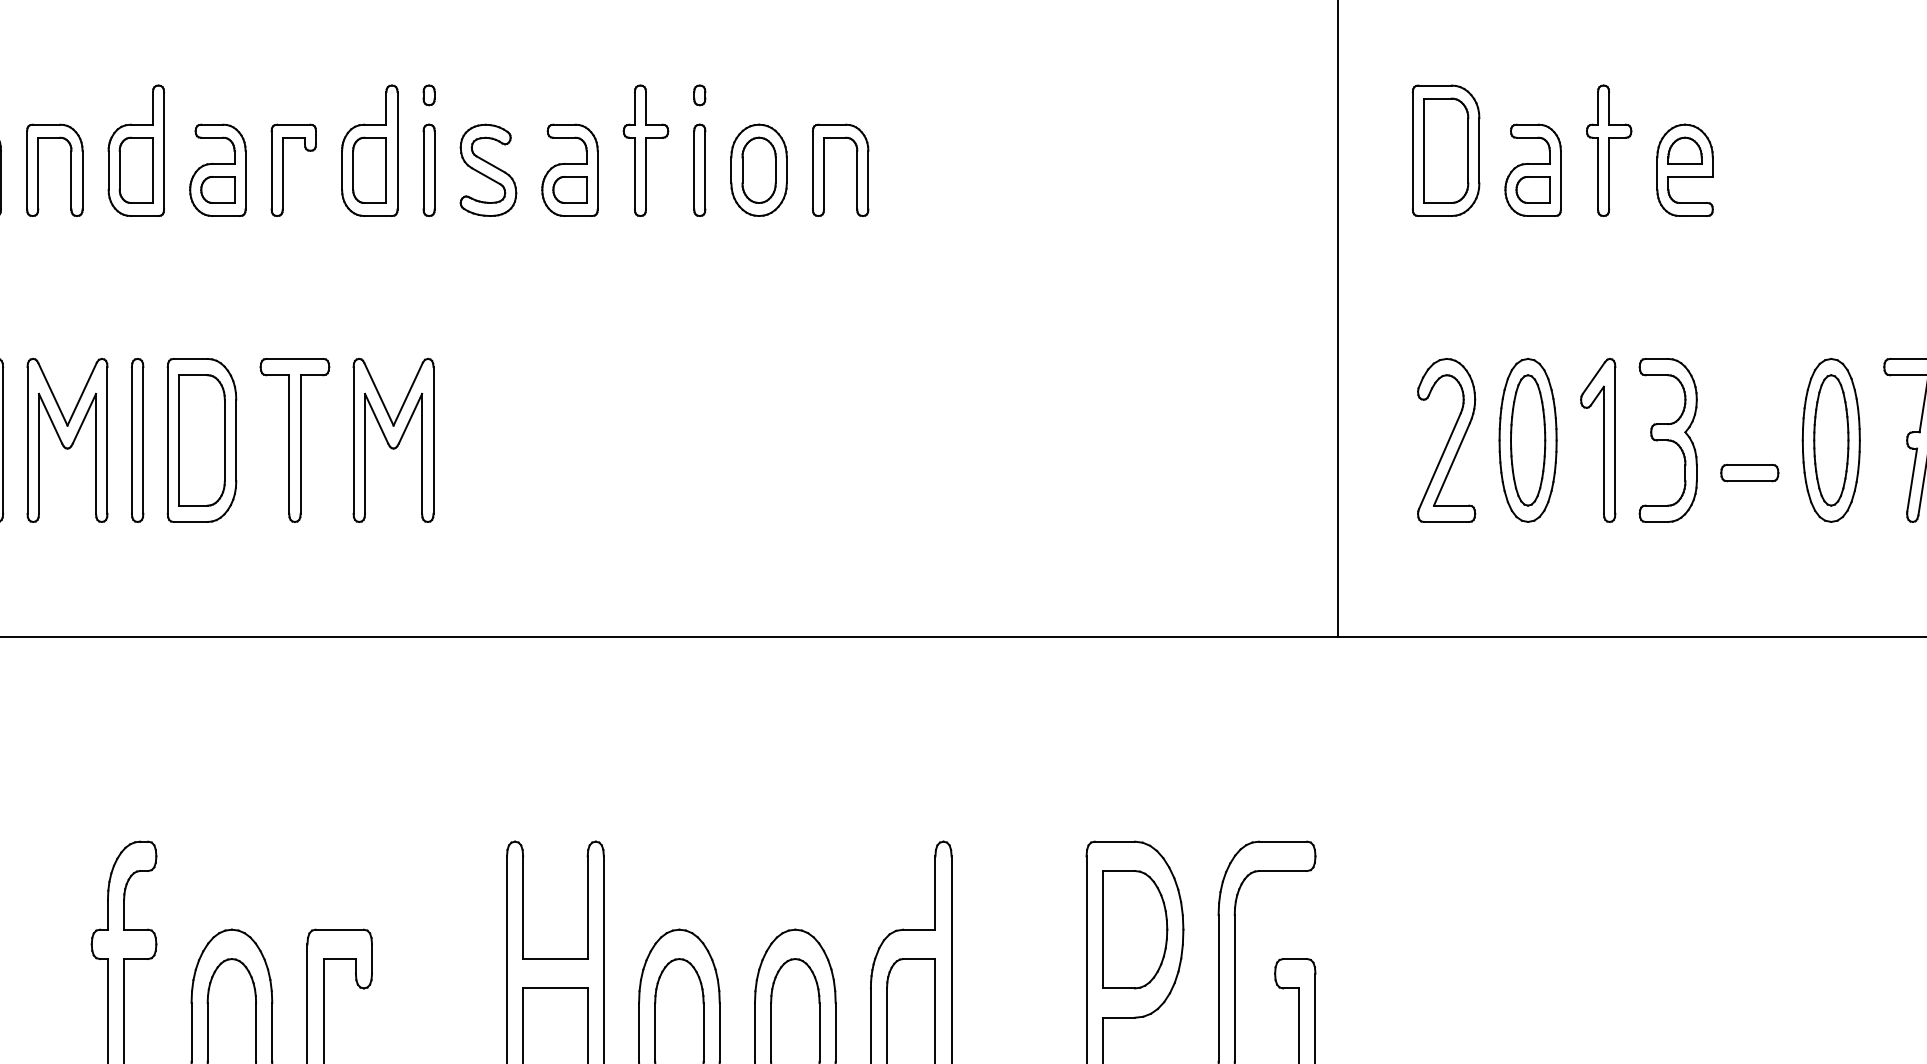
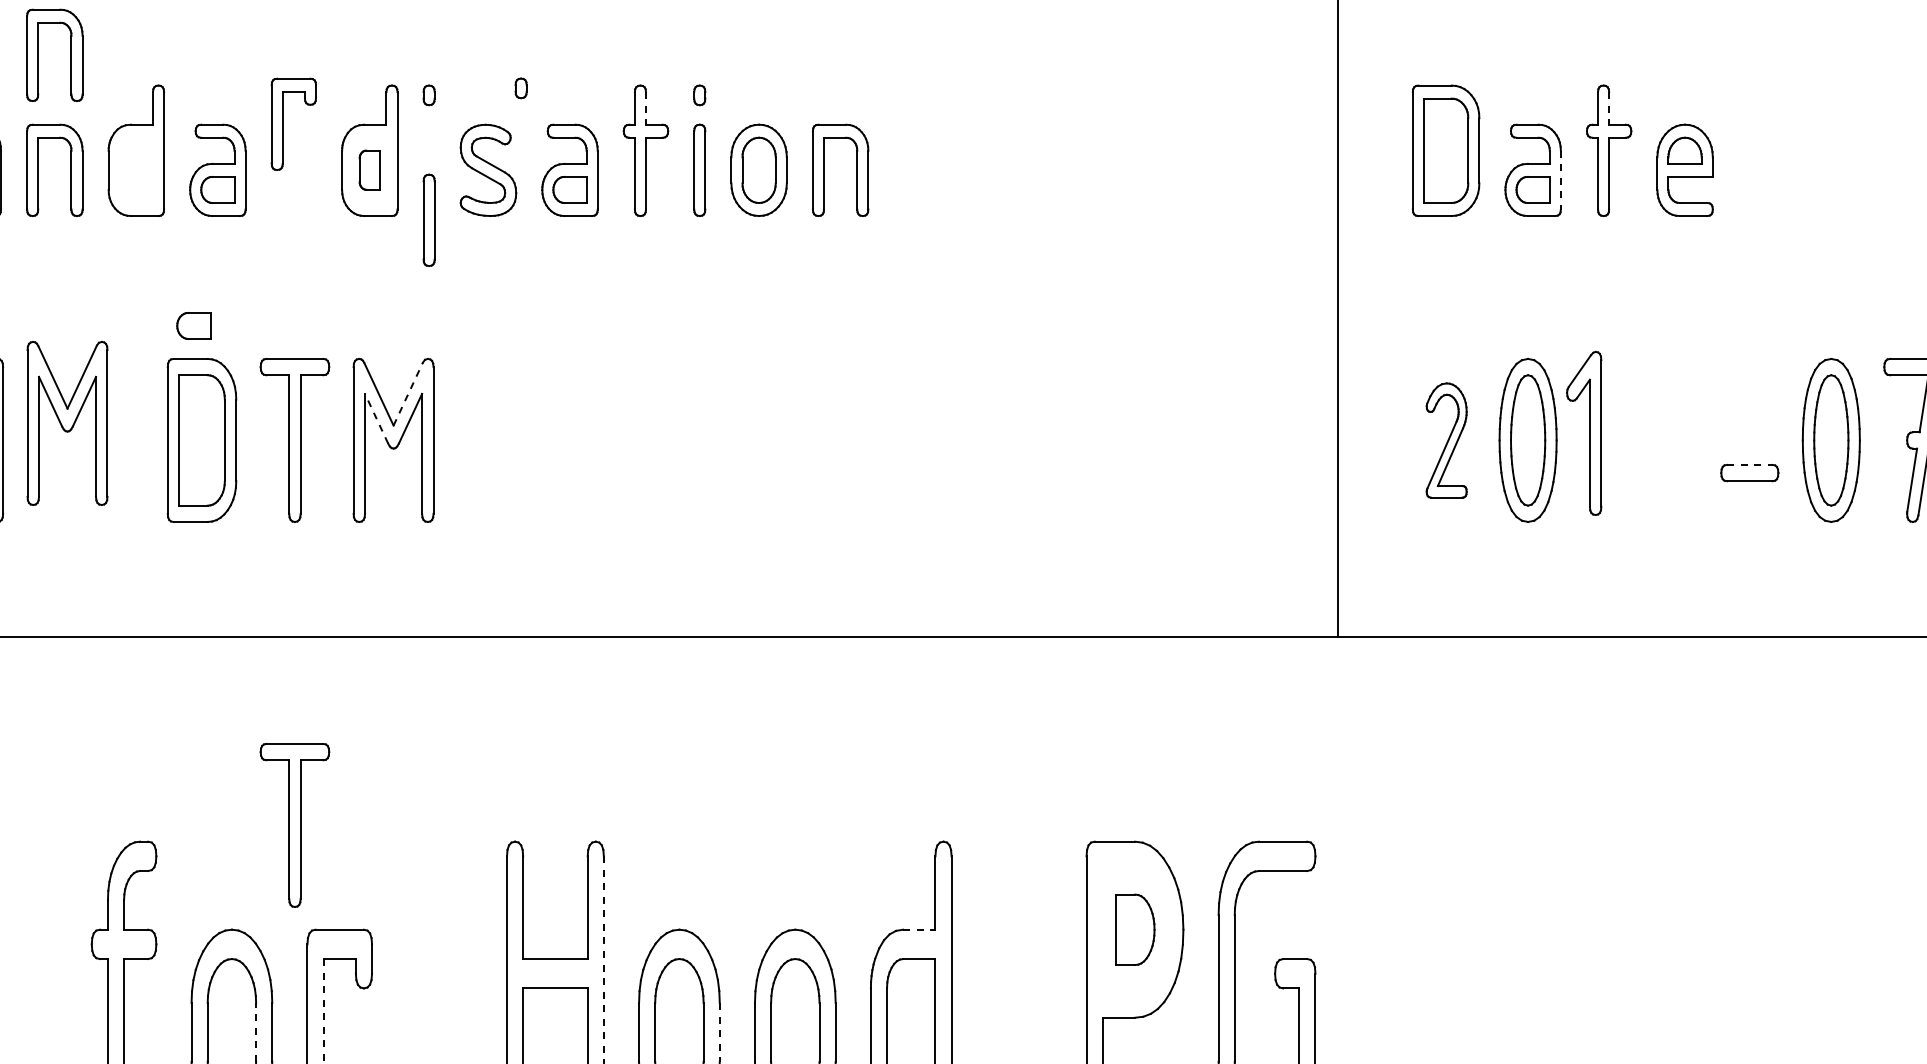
part at (38, 54): none -> present
part at (520, 88): none -> present
line at (645, 108): solid -> dashed
line at (1609, 108): solid -> dashed
part at (135, 169): present -> none
part at (283, 169) position: (283, 169) -> (283, 123)
part at (369, 169) size: 35x68 px -> 23x42 px
part at (428, 169) position: (428, 169) -> (428, 219)
line at (1560, 180): solid -> dashed
part at (193, 325): none -> present
line at (408, 394): solid -> dashed
line at (376, 418): solid -> dashed
part at (1598, 439) position: (1598, 439) -> (1584, 432)
part at (67, 440) position: (67, 440) -> (67, 423)
part at (137, 440): present -> none
part at (1446, 440) size: 60x165 px -> 43x117 px
part at (1667, 440): present -> none
line at (1749, 464): solid -> dashed
part at (294, 825): none -> present
line at (919, 929): solid -> dashed
part at (1135, 929) size: 67x120 px -> 41x73 px
line at (603, 960): solid -> dashed
line at (323, 1011): solid -> dashed
line at (256, 1031): solid -> dashed
line at (719, 1032): solid -> dashed
